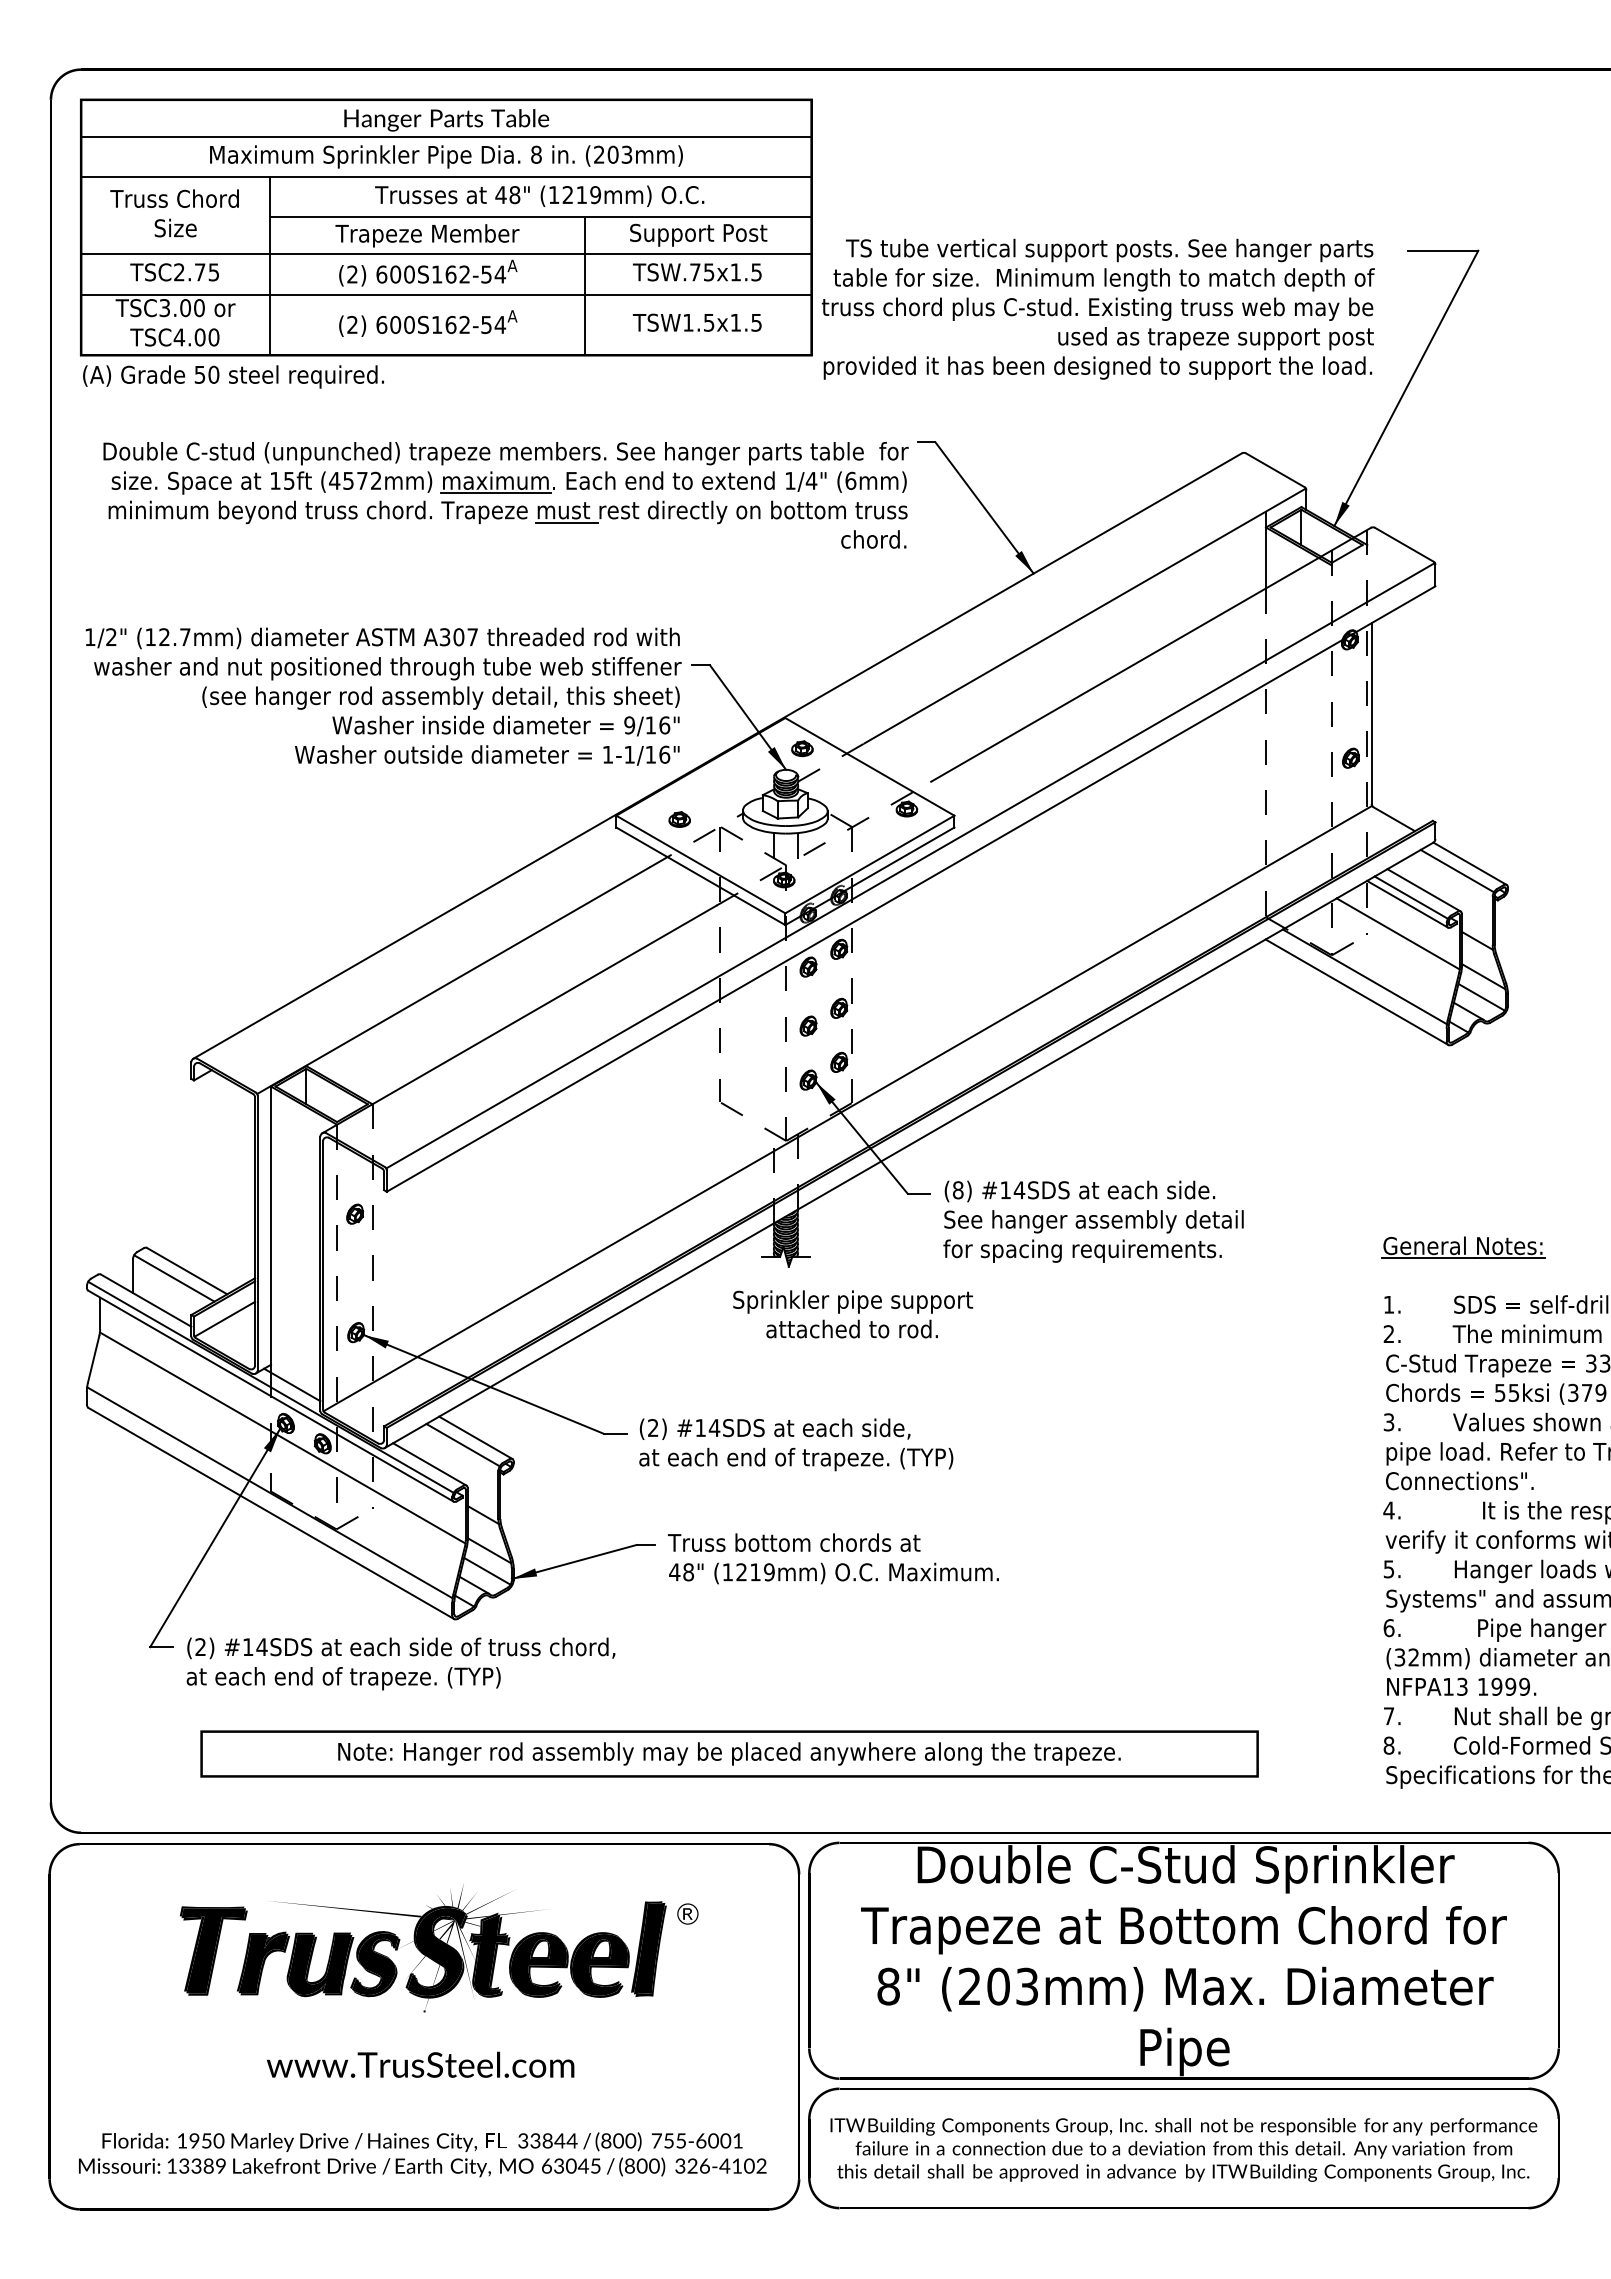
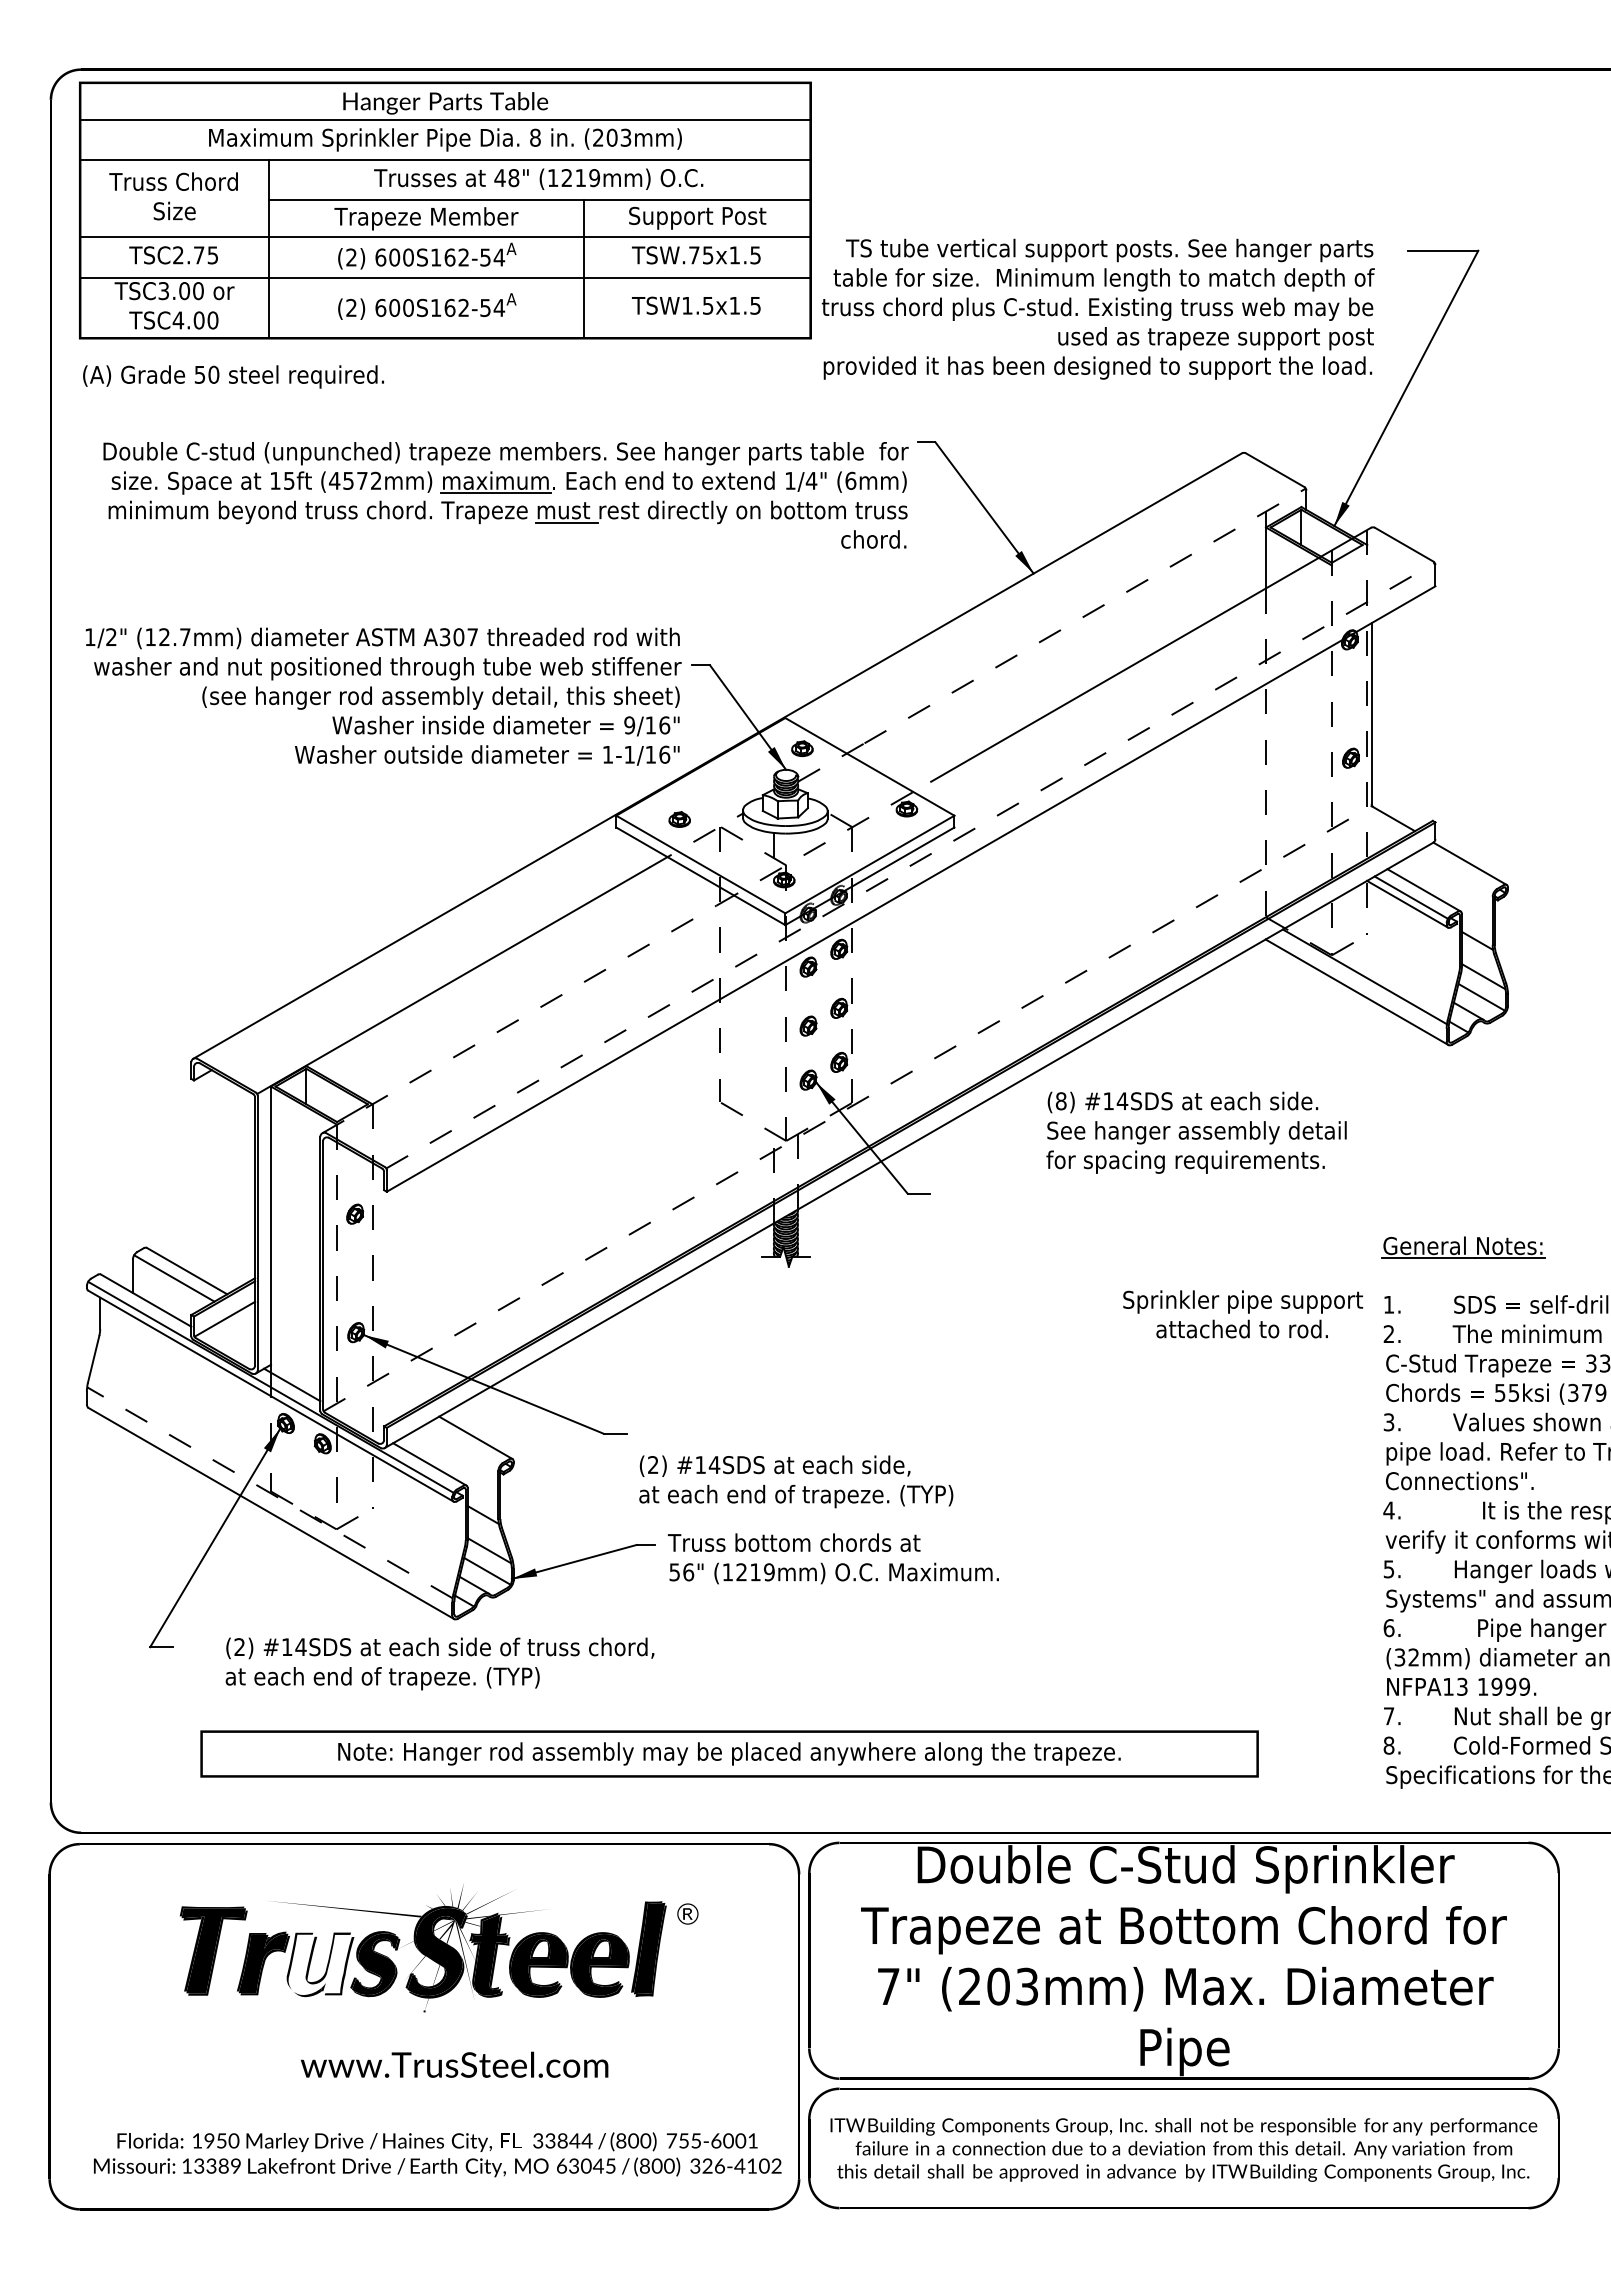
part at (446, 227) position: (446, 227) -> (445, 210)
line at (1085, 615): solid -> dashed
line at (798, 845): present -> none
line at (911, 865): solid -> dashed
line at (1457, 870): present -> none
line at (1397, 933): present -> none
line at (519, 1019): solid -> dashed
line at (848, 1108): solid -> dashed
text at (1093, 1221) position: (1093, 1221) -> (1196, 1132)
text at (852, 1314) position: (852, 1314) -> (1242, 1314)
line at (282, 1437): present -> none
text at (796, 1444) position: (796, 1444) -> (796, 1481)
line at (462, 1445): present -> none
line at (269, 1492): solid -> dashed
text at (681, 1572): 48" -> 56"
text at (400, 1663) position: (400, 1663) -> (439, 1663)
fill at (320, 1964): present -> none
text at (888, 1986): 8" -> 7"
text at (420, 2064) position: (420, 2064) -> (454, 2064)
text at (422, 2154) position: (422, 2154) -> (437, 2154)
